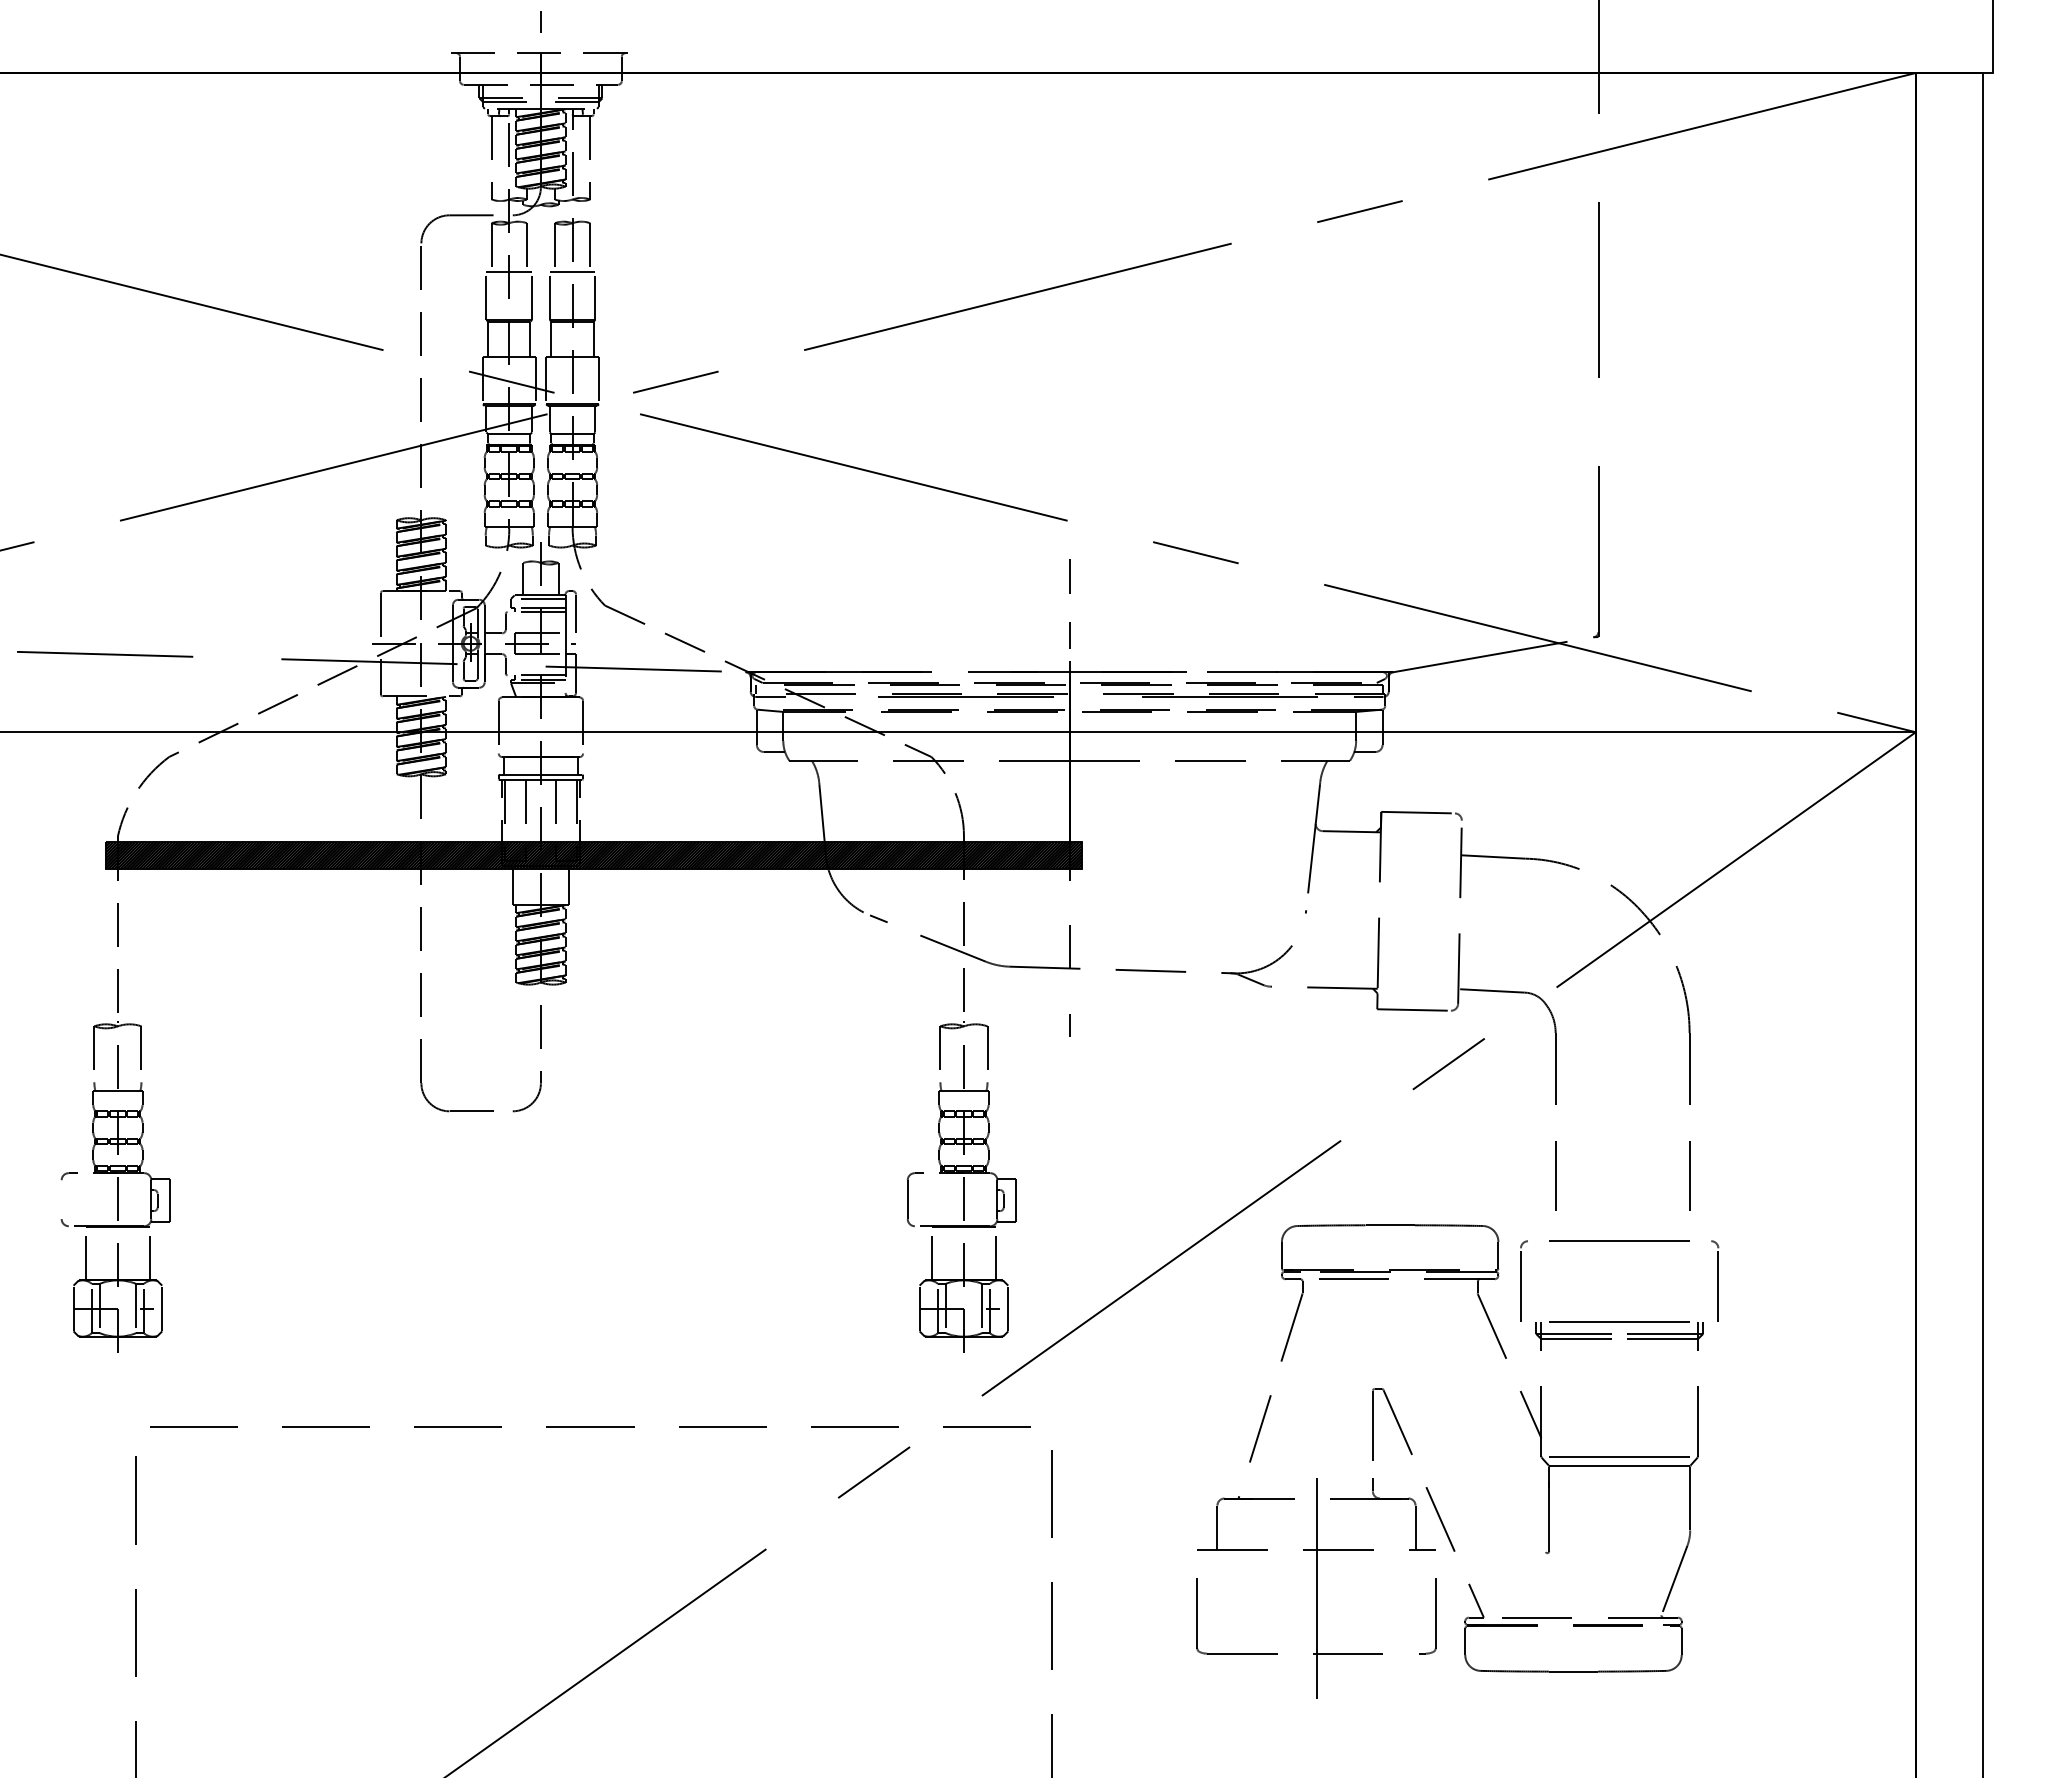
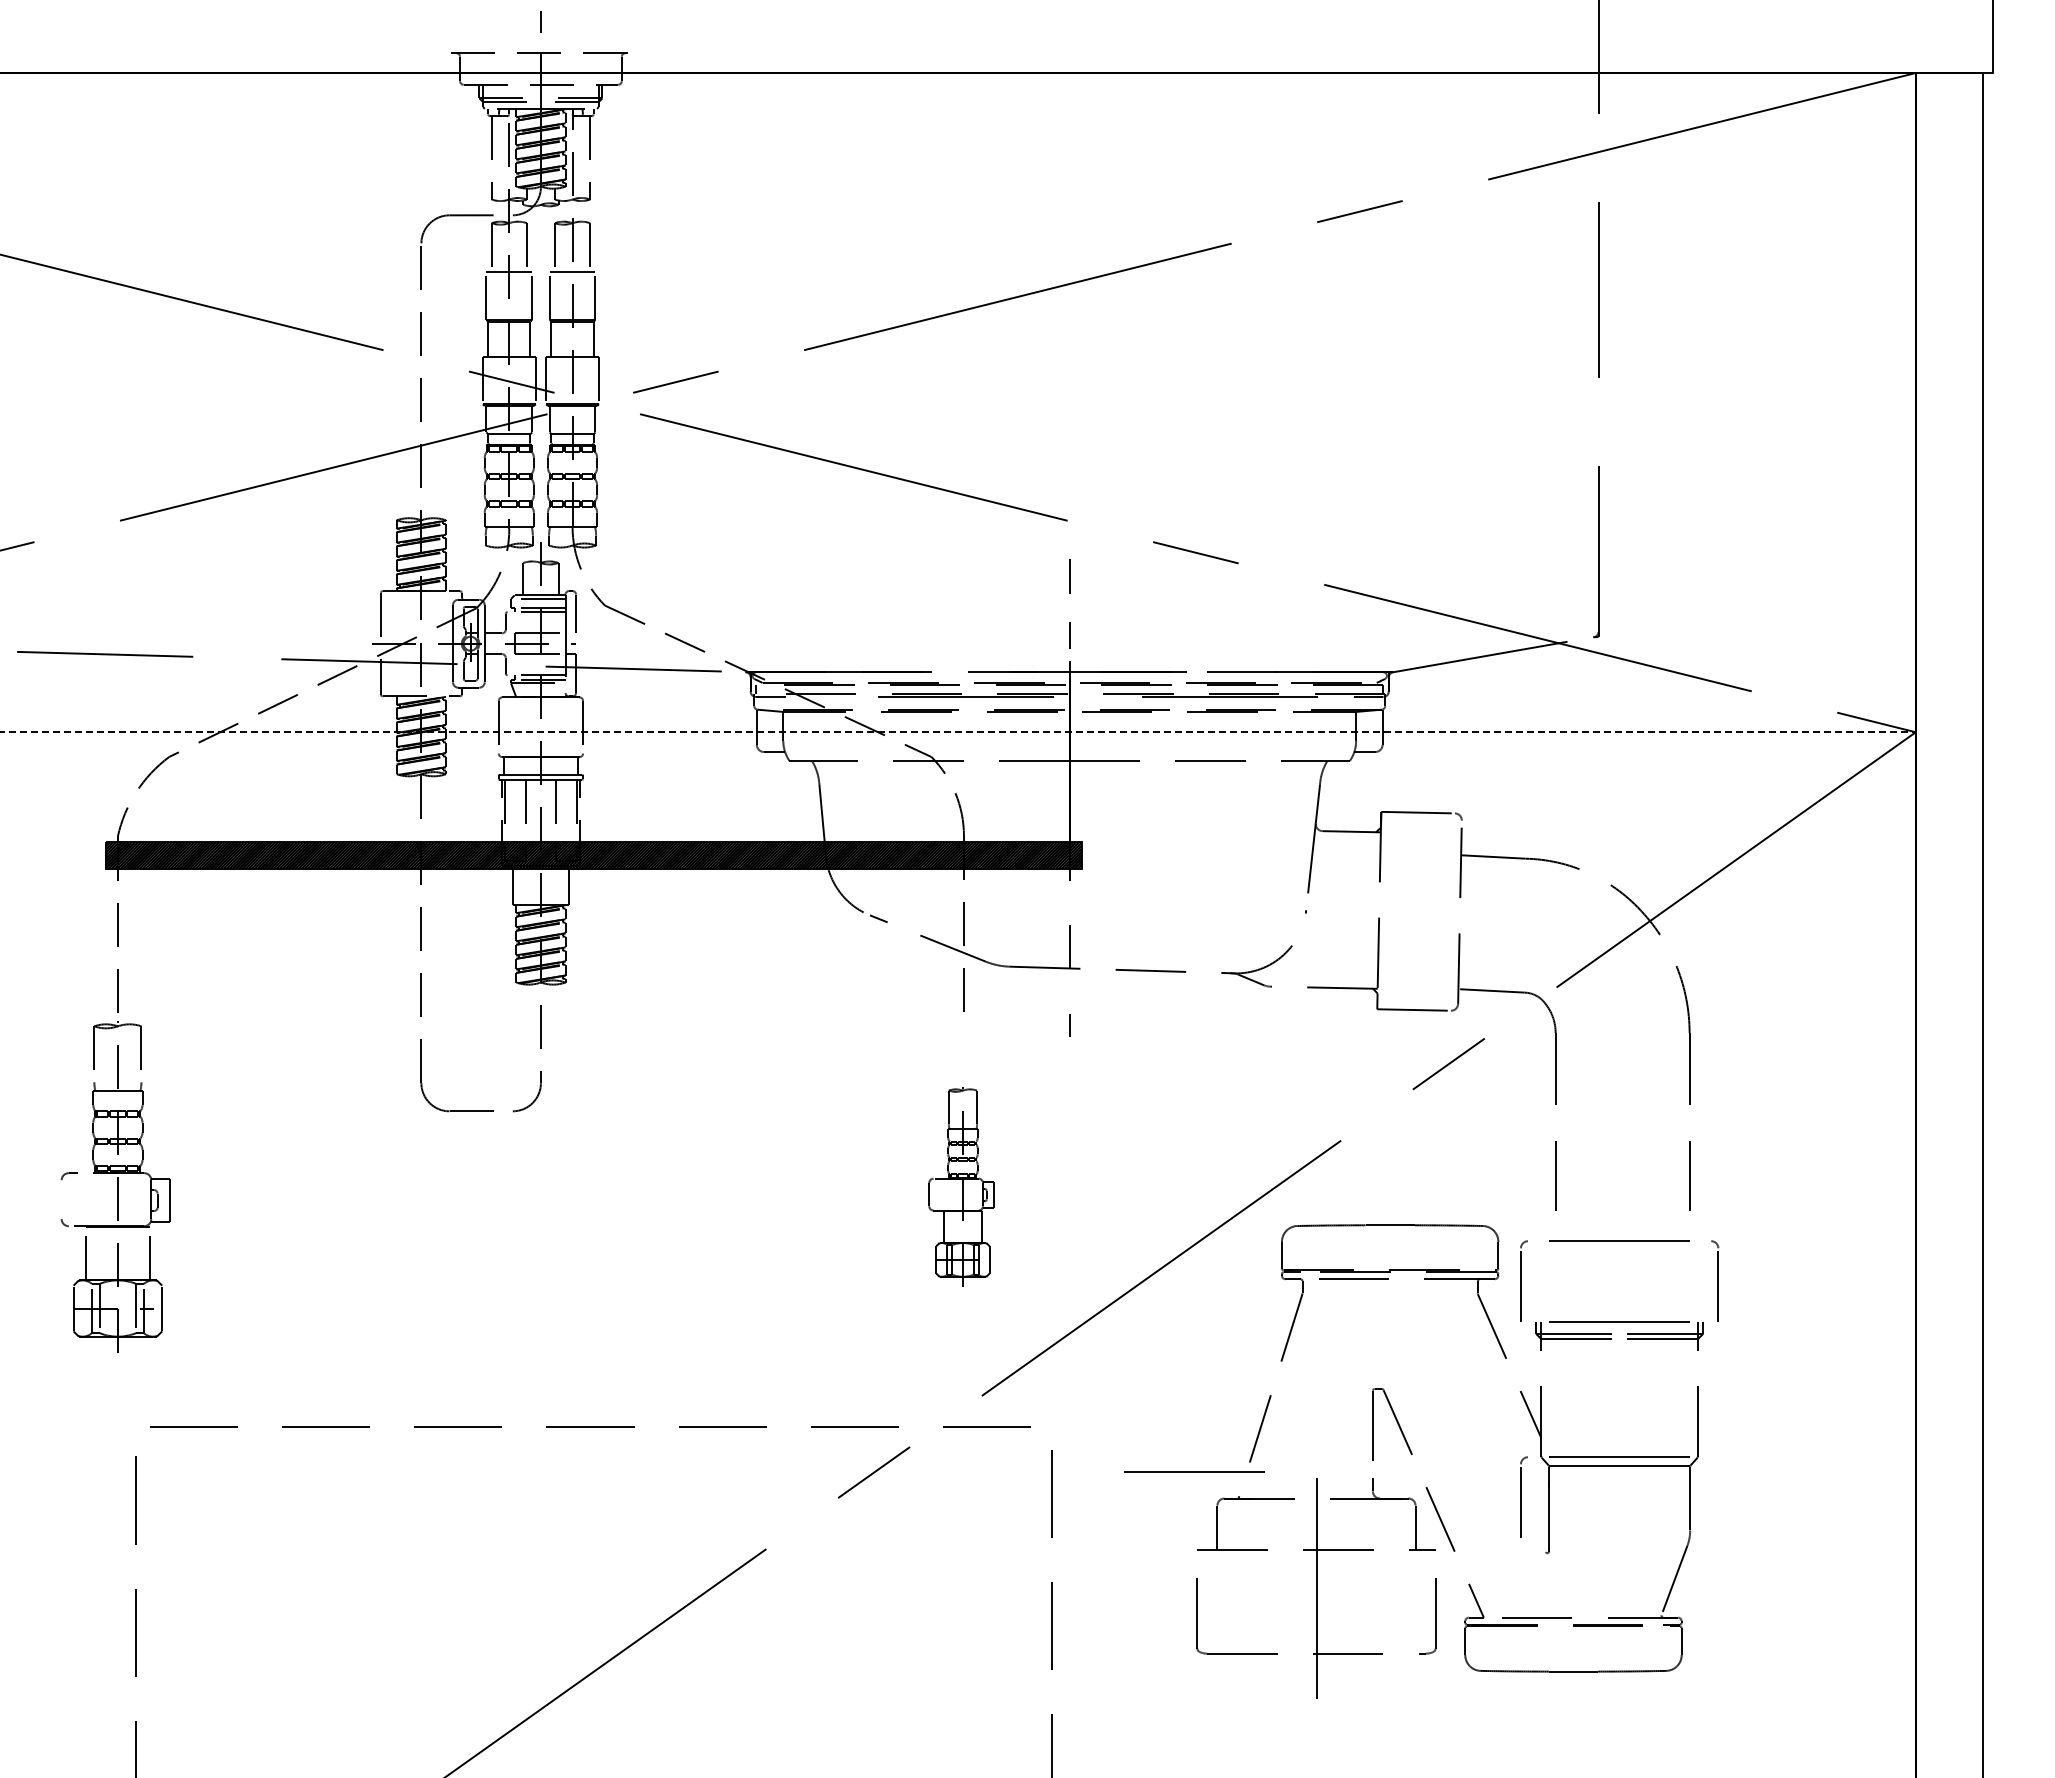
line at (958, 732): solid -> dashed
part at (961, 1186) size: 111x332 px -> 67x200 px
line at (1194, 1471): none -> present
part at (1523, 1496): none -> present
